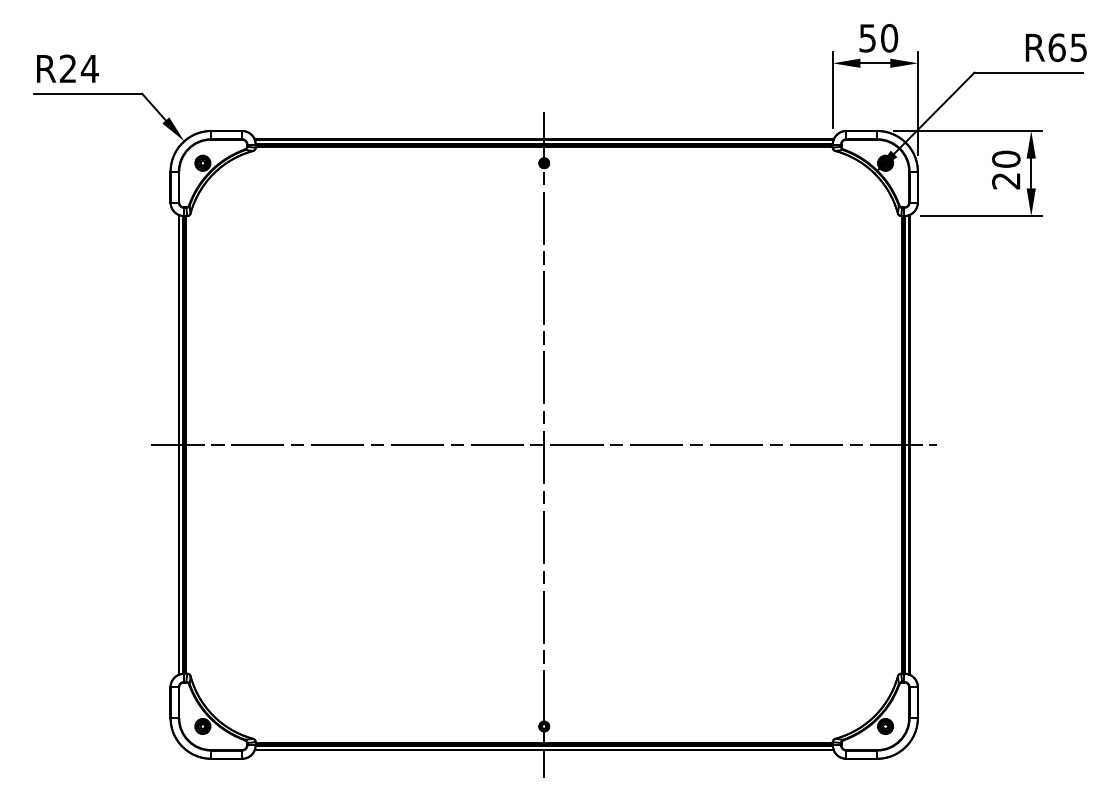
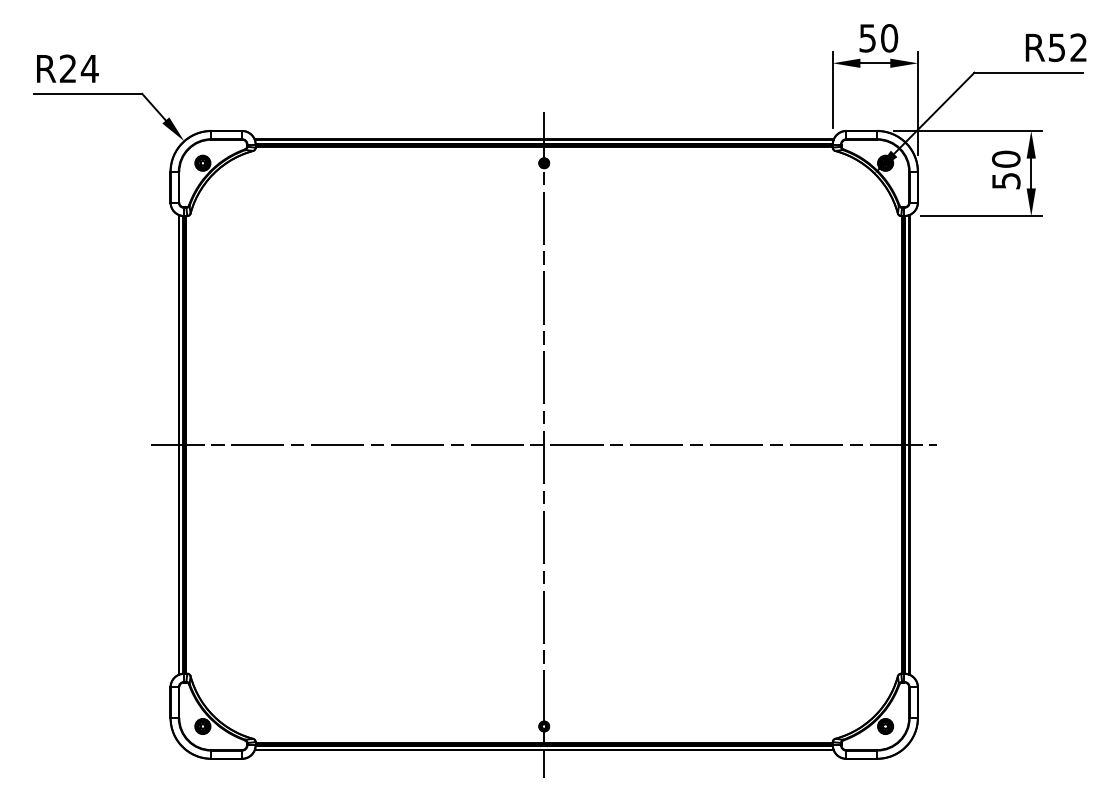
text at (1067, 47): R65 -> R52
text at (1006, 181): 20 -> 50
